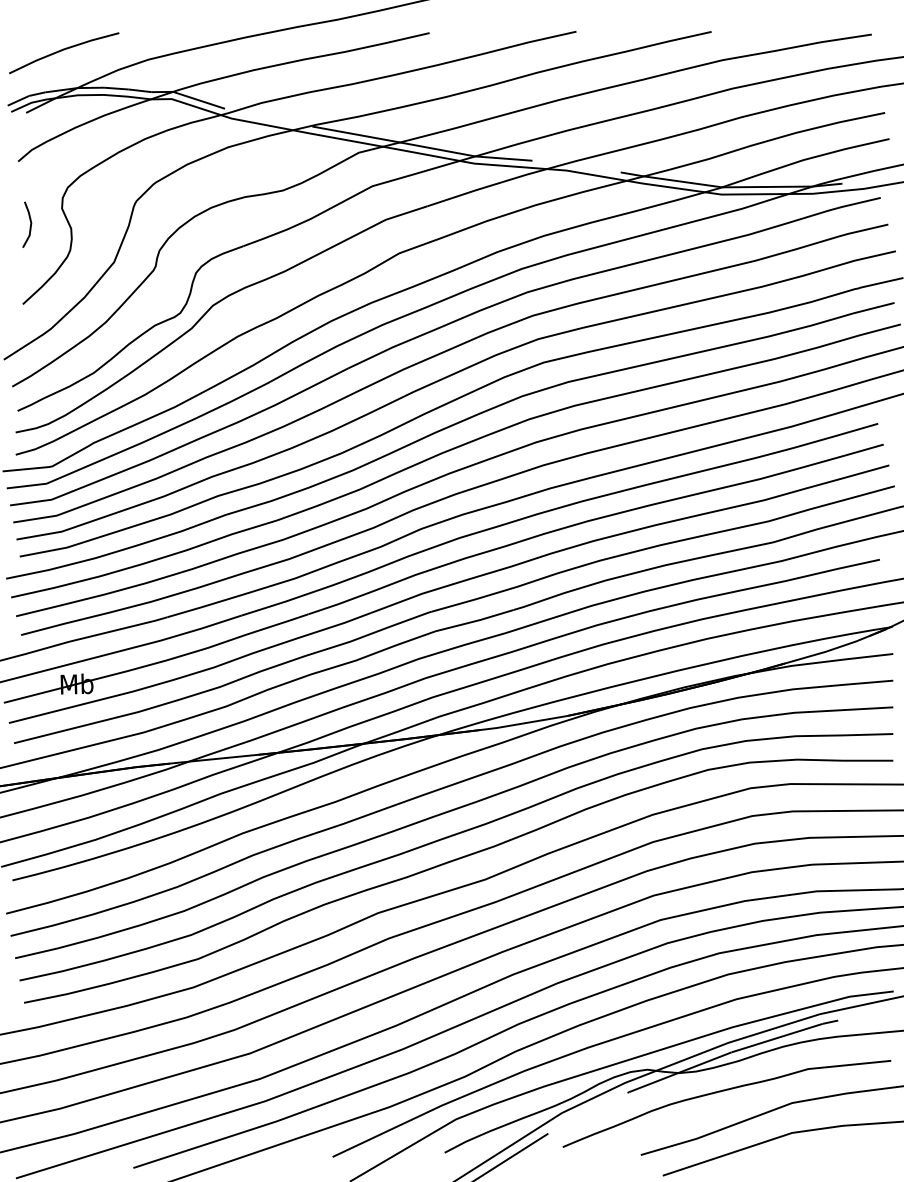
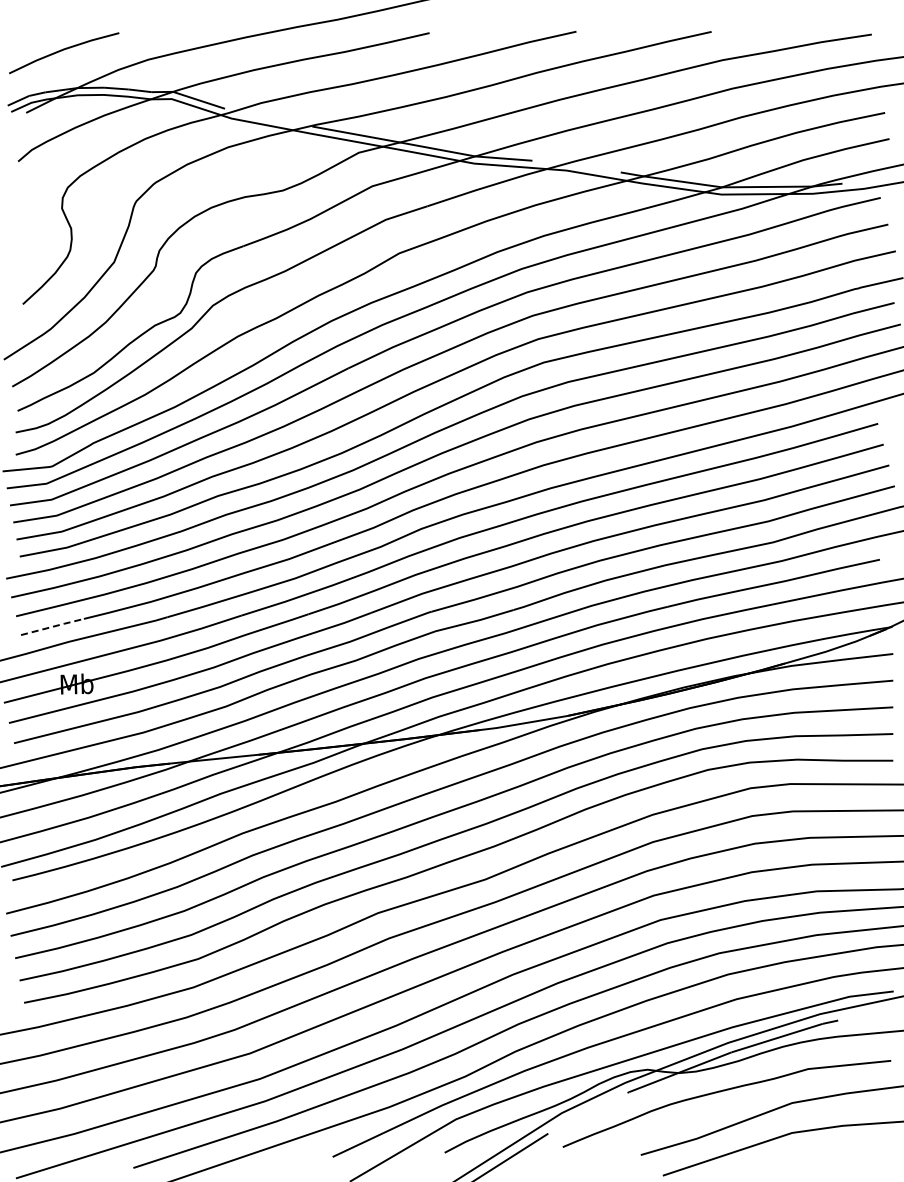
line at (30, 224): present -> none
line at (53, 626): solid -> dashed
